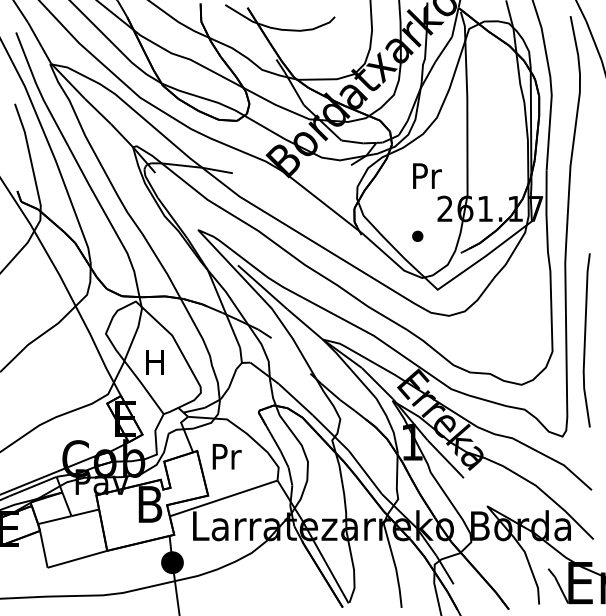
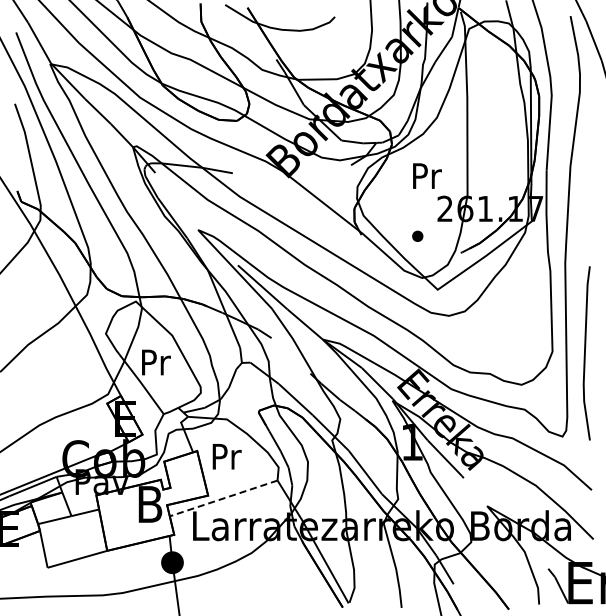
line at (585, 340) position: (585, 340) -> (585, 353)
text at (156, 362): H -> Pr
line at (223, 498): solid -> dashed
